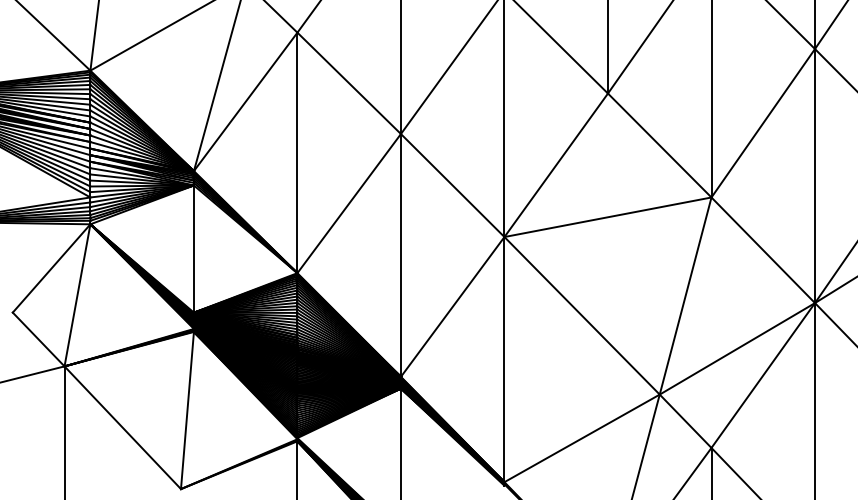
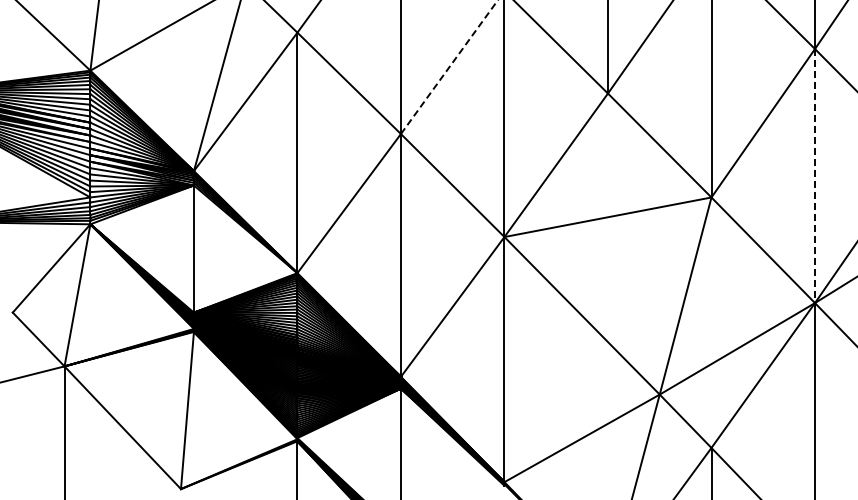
line at (449, 67): solid -> dashed
line at (815, 176): solid -> dashed
